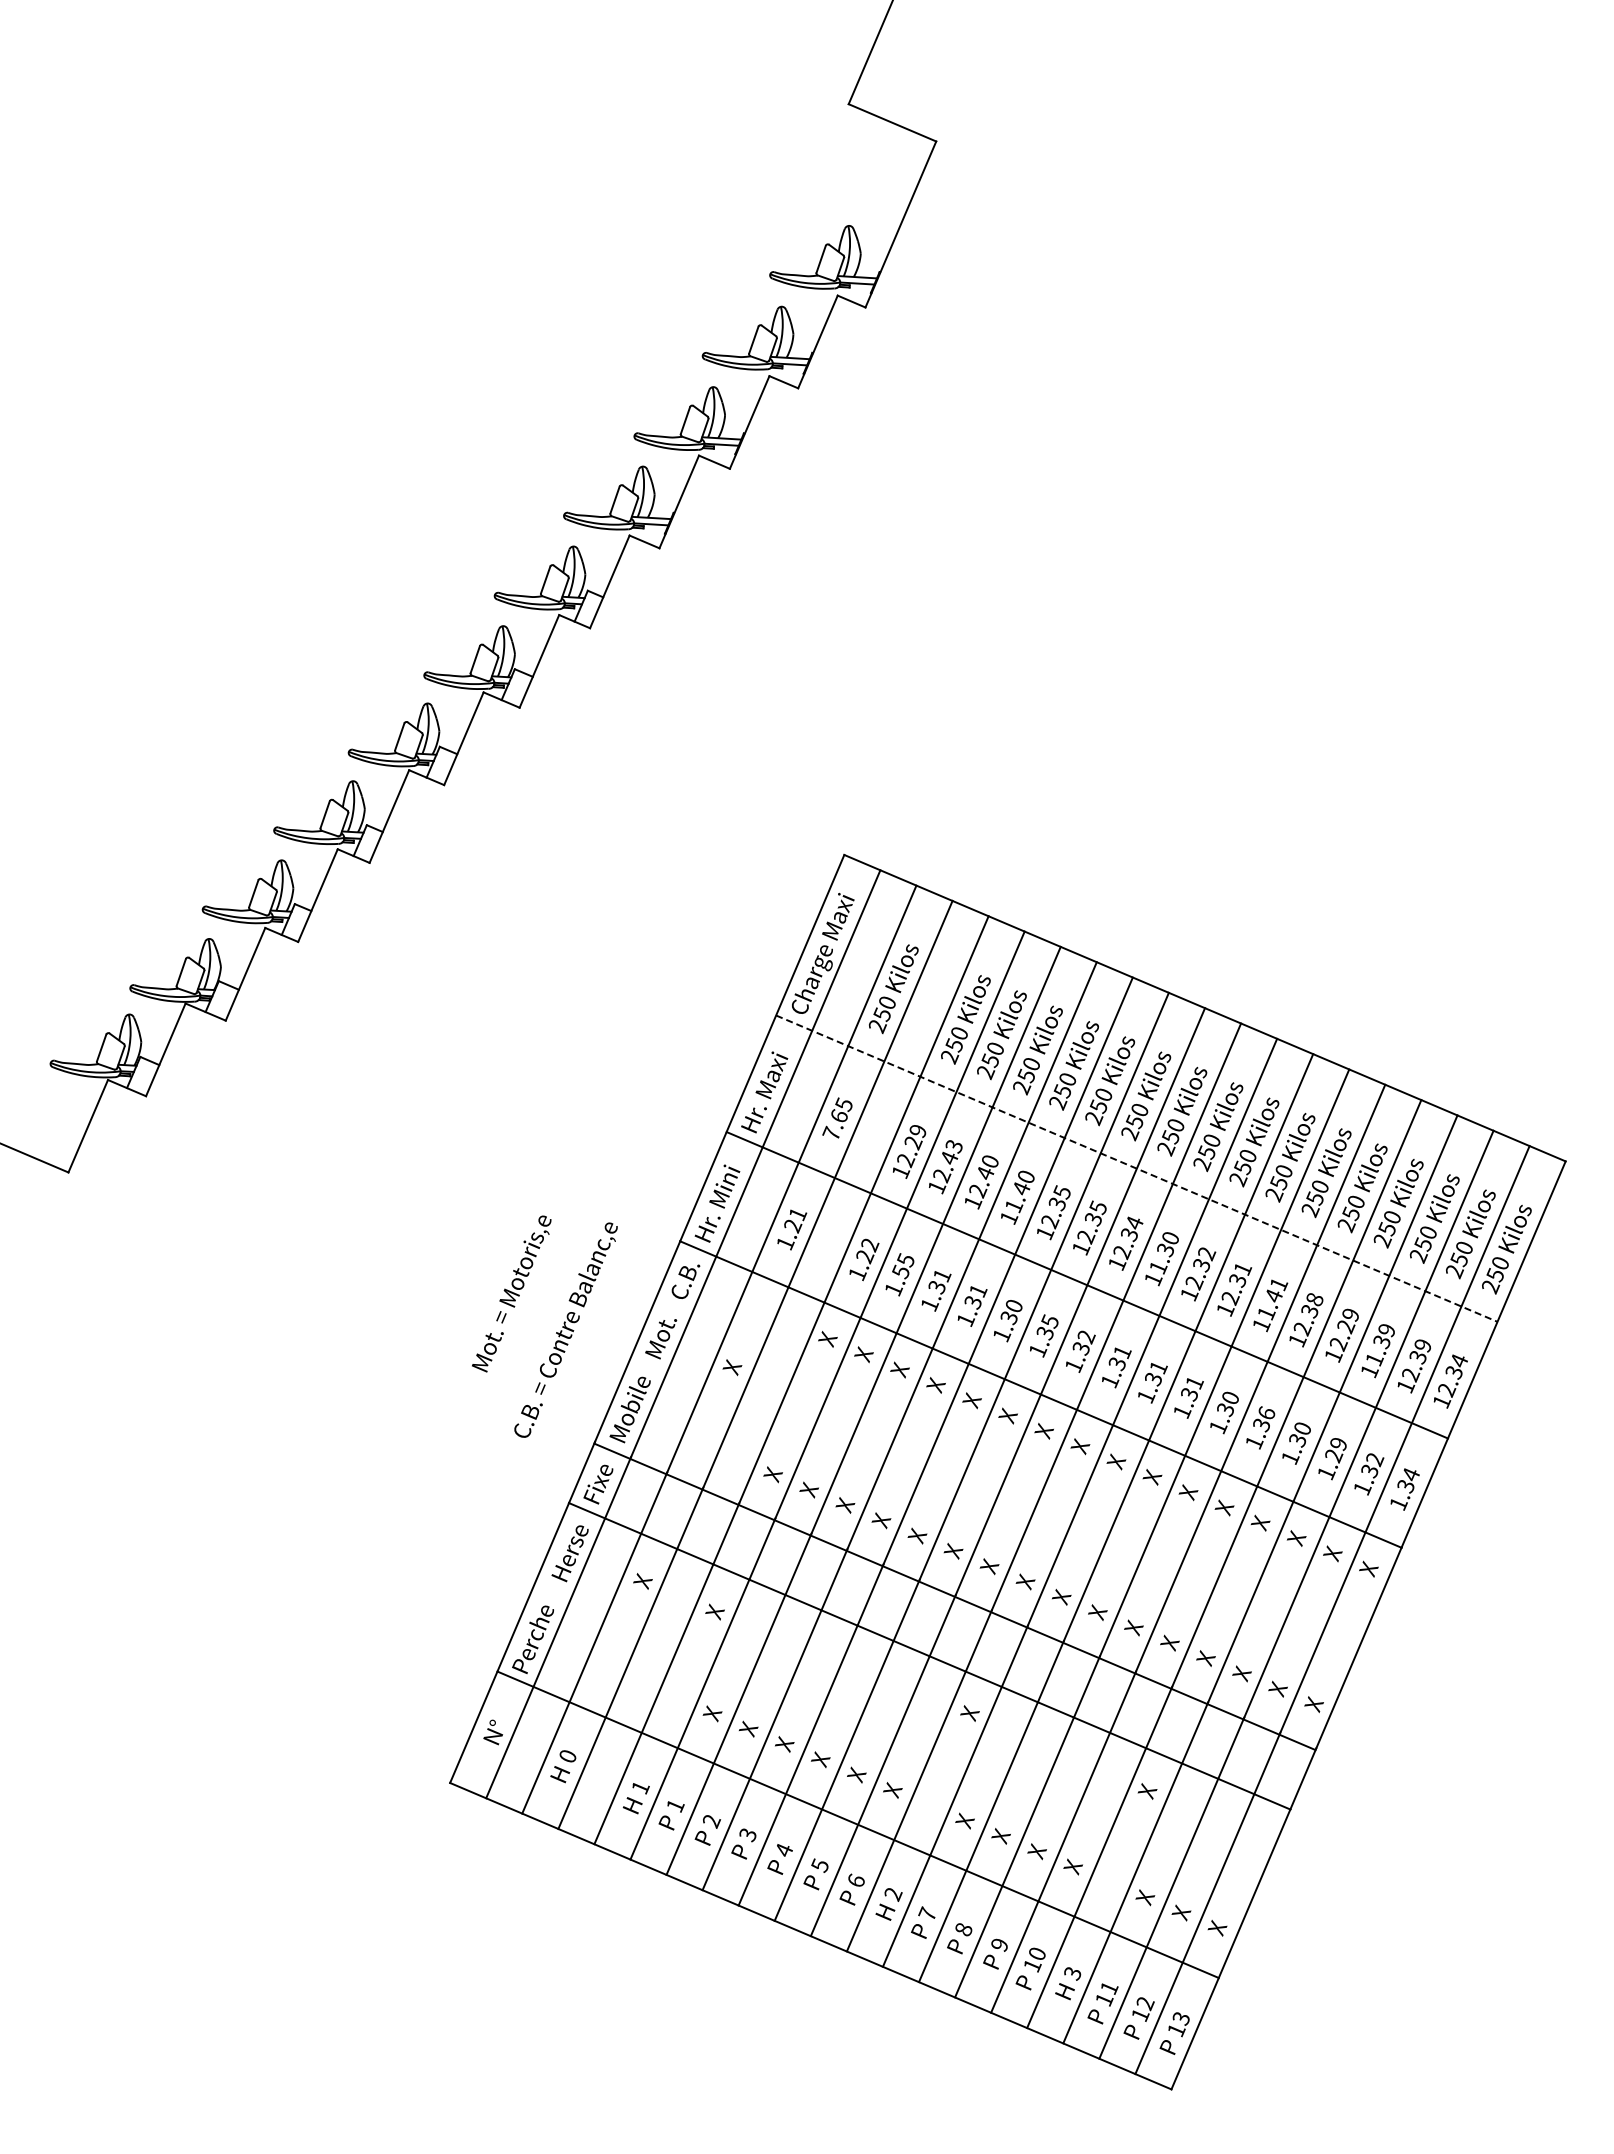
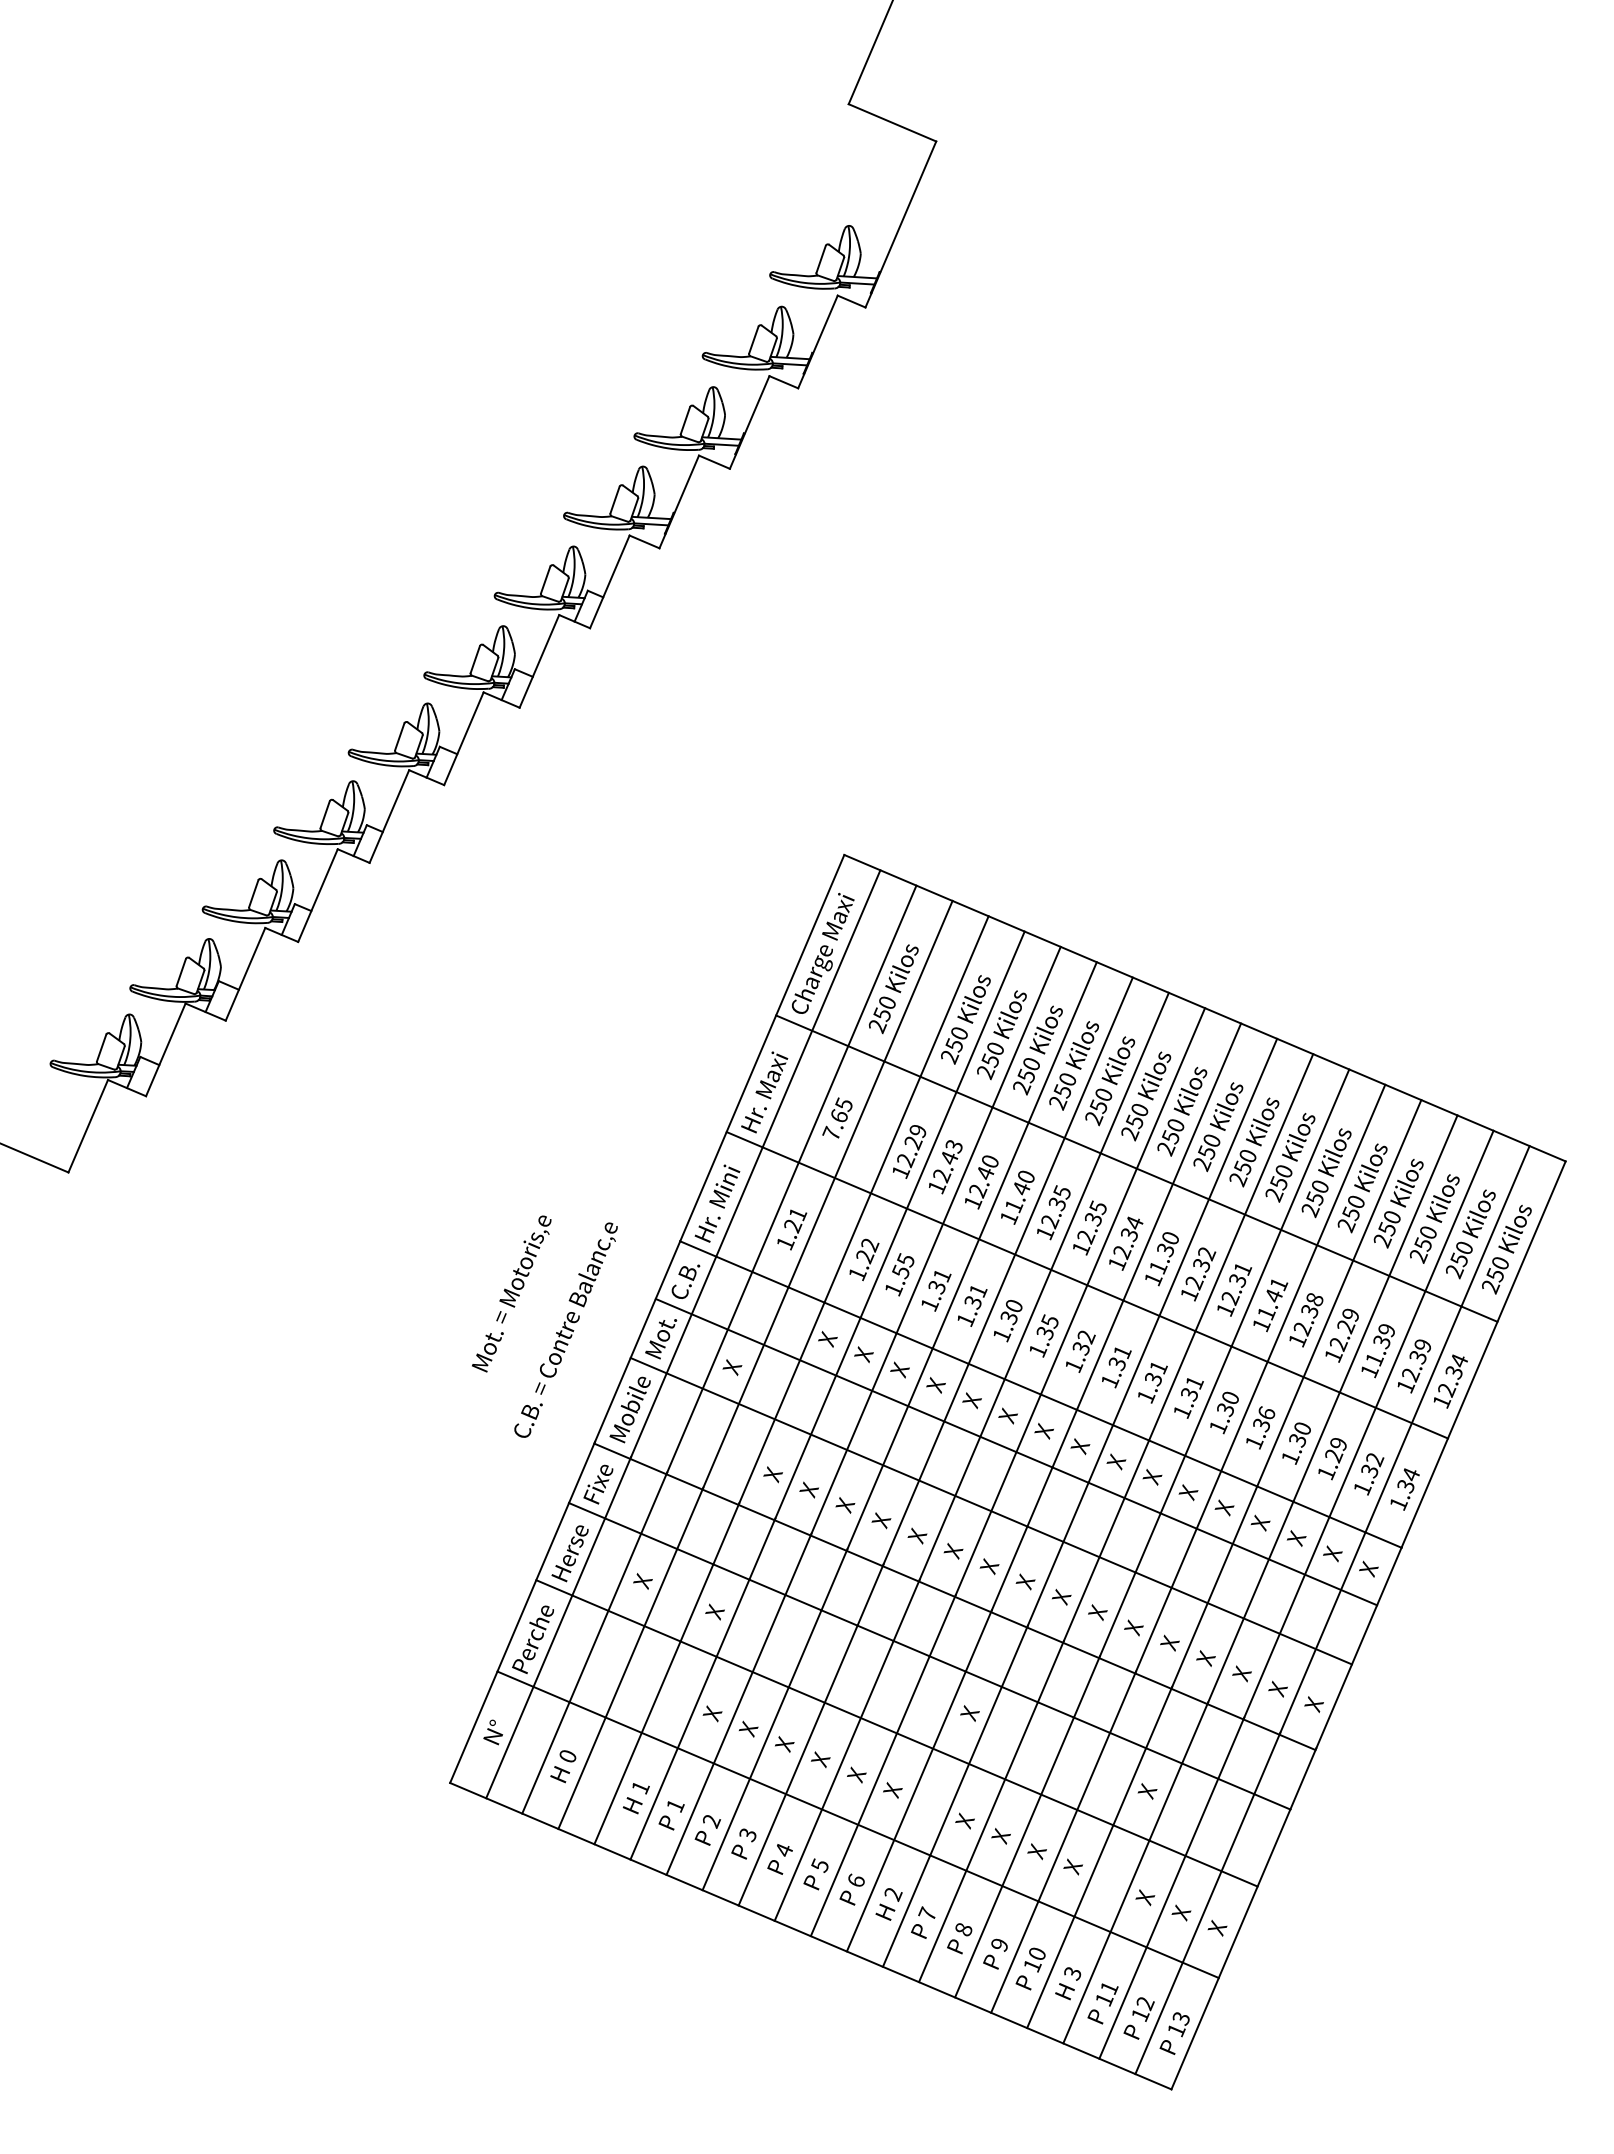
line at (1136, 1168): dashed -> solid
line at (1016, 1451): none -> present
line at (990, 1510): none -> present
line at (896, 1733): none -> present
